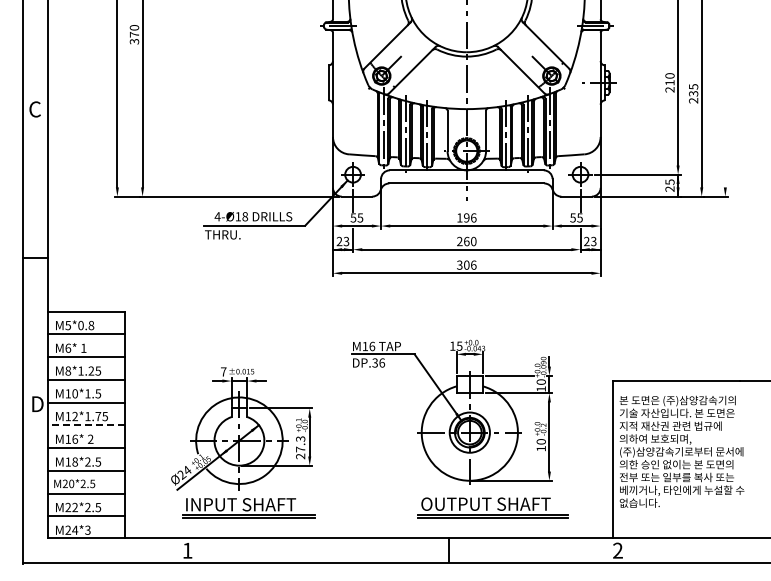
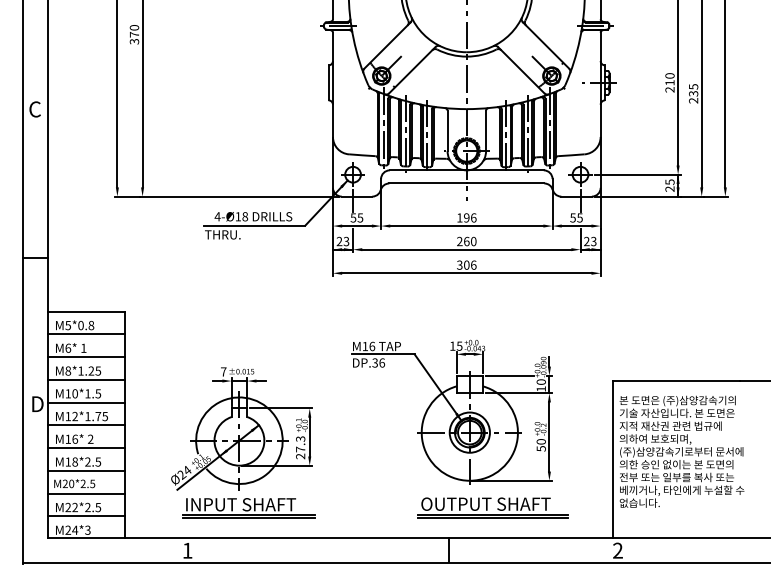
line at (725, 94): none -> present
line at (86, 425): dashed -> solid
text at (540, 448): 10 -> 50
